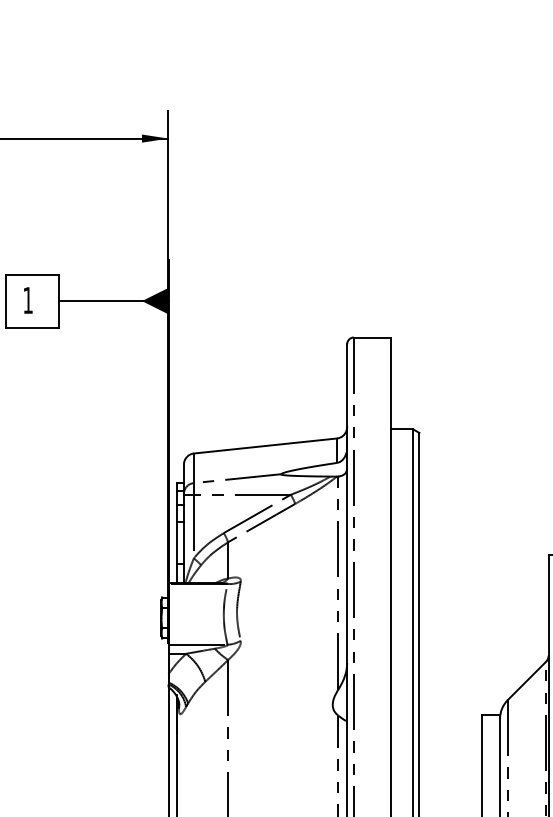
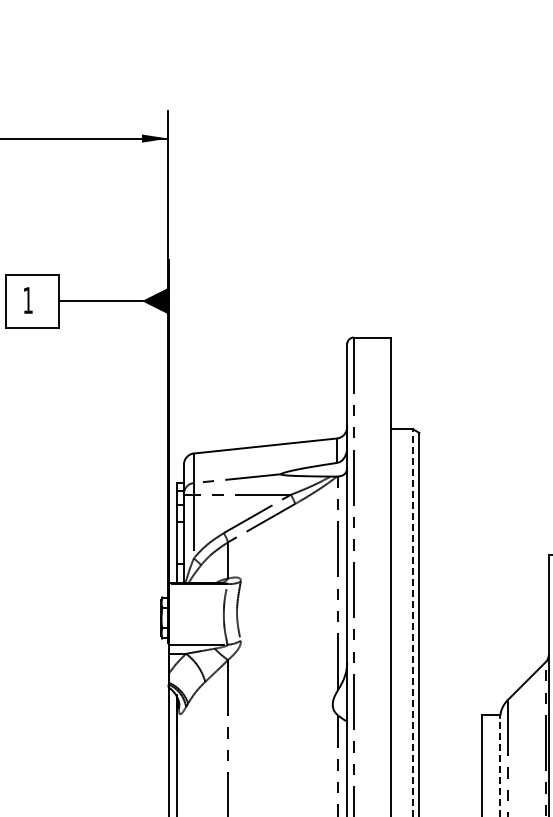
line at (412, 623): solid -> dashed
line at (500, 765): solid -> dashed
